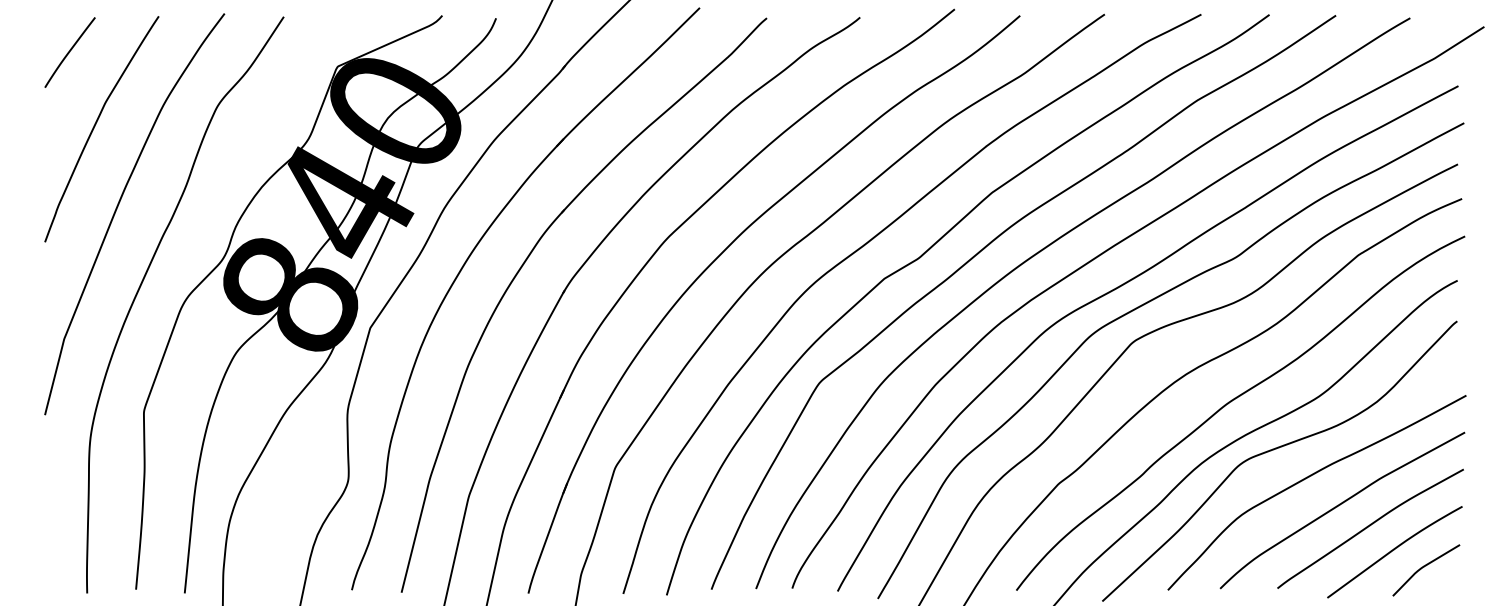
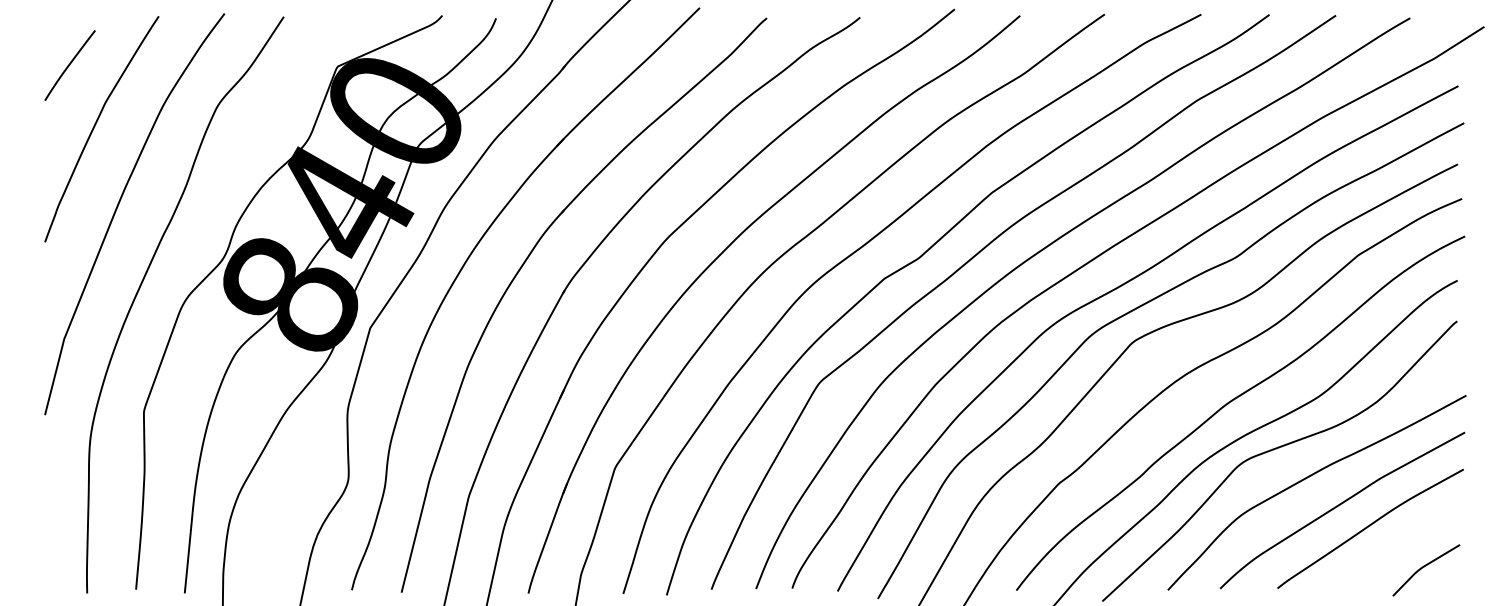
curve at (69, 52) position: (69, 52) -> (69, 65)
curve at (1394, 550): present -> none
